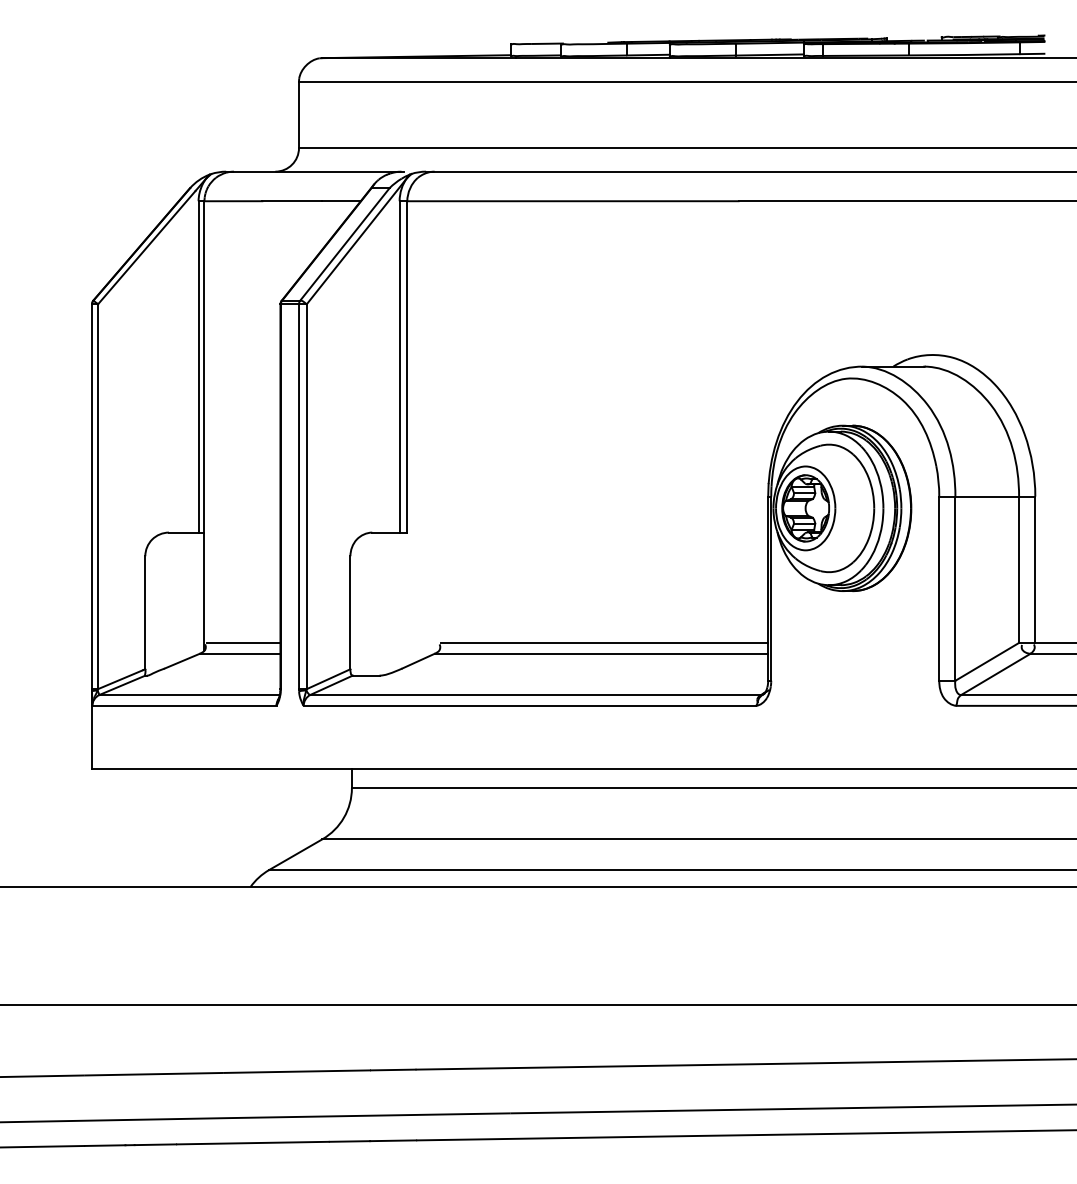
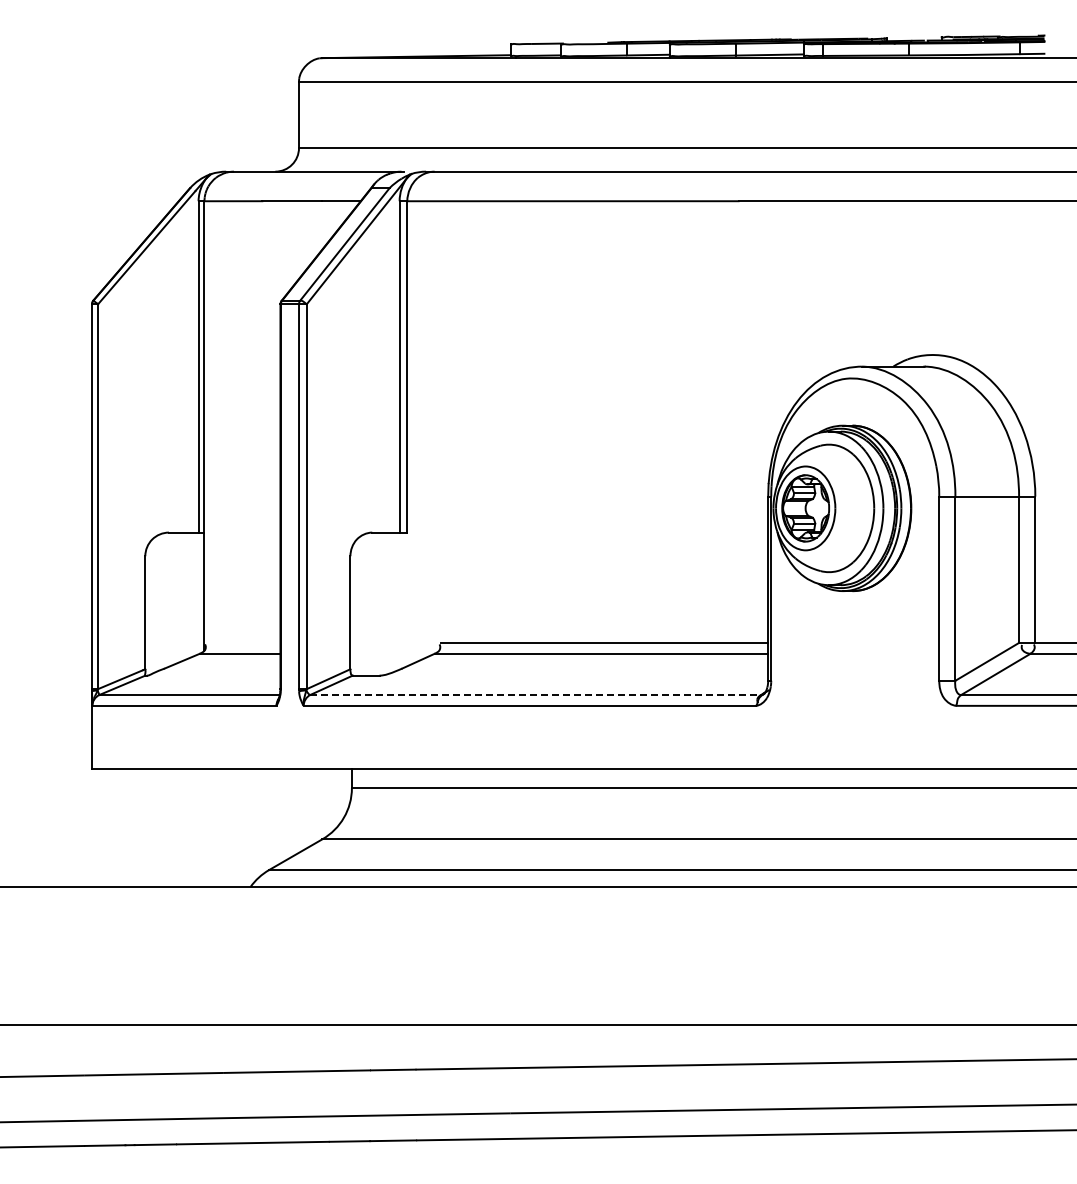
line at (243, 642): present -> none
line at (536, 694): solid -> dashed
line at (537, 1005) position: (537, 1005) -> (537, 1025)
